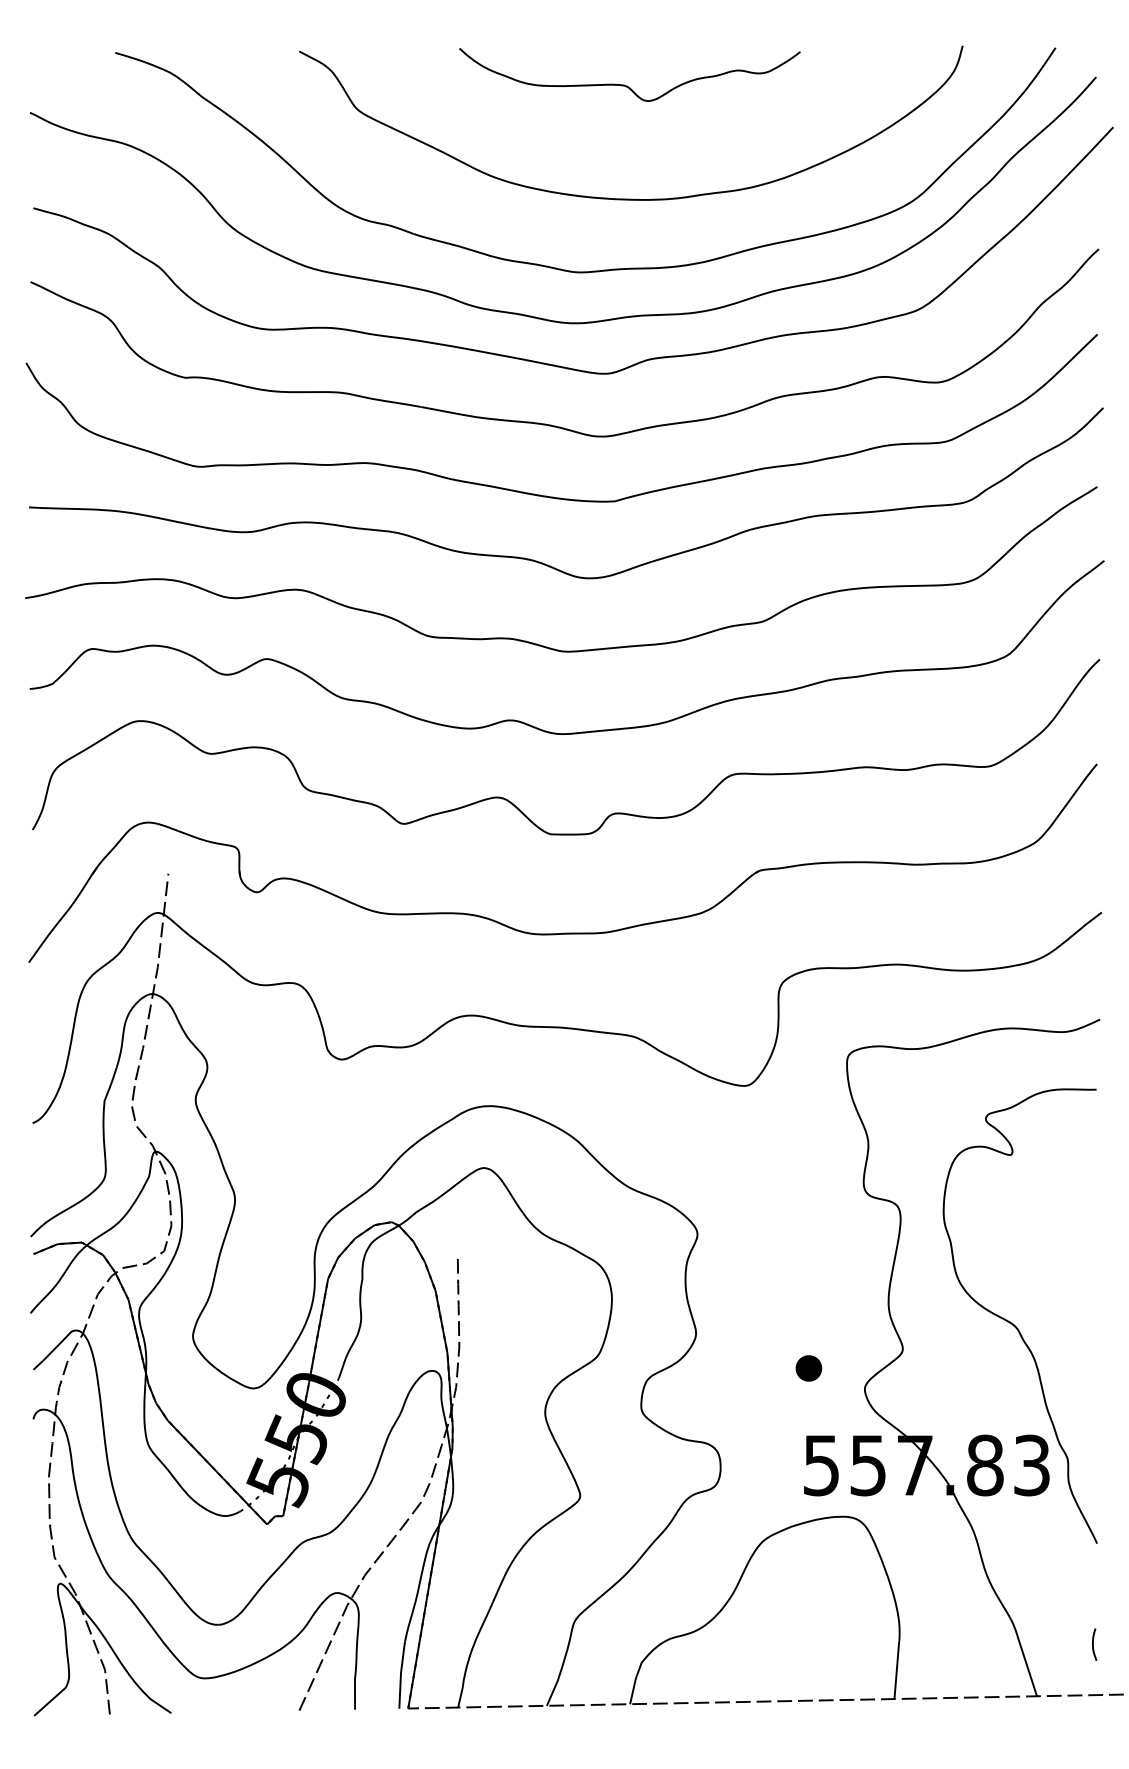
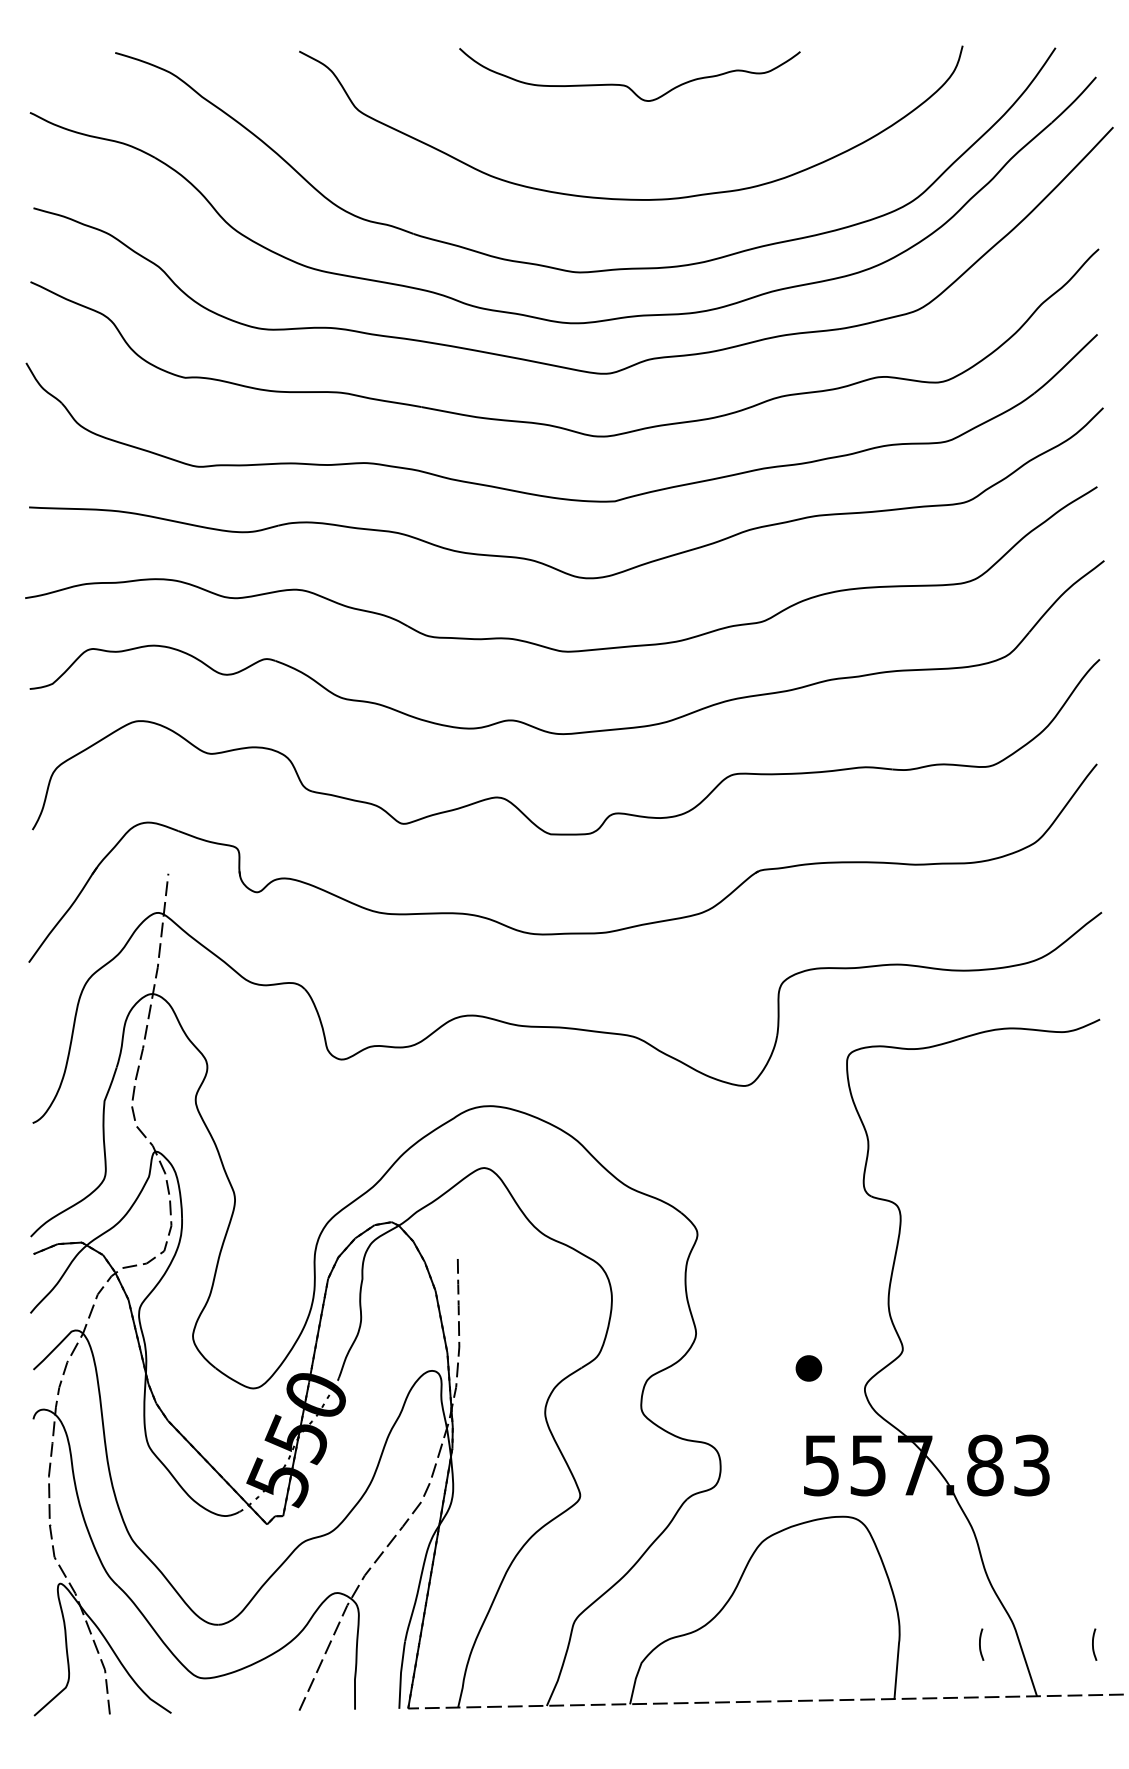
part at (1013, 1323): present -> none
curve at (980, 1644): none -> present
